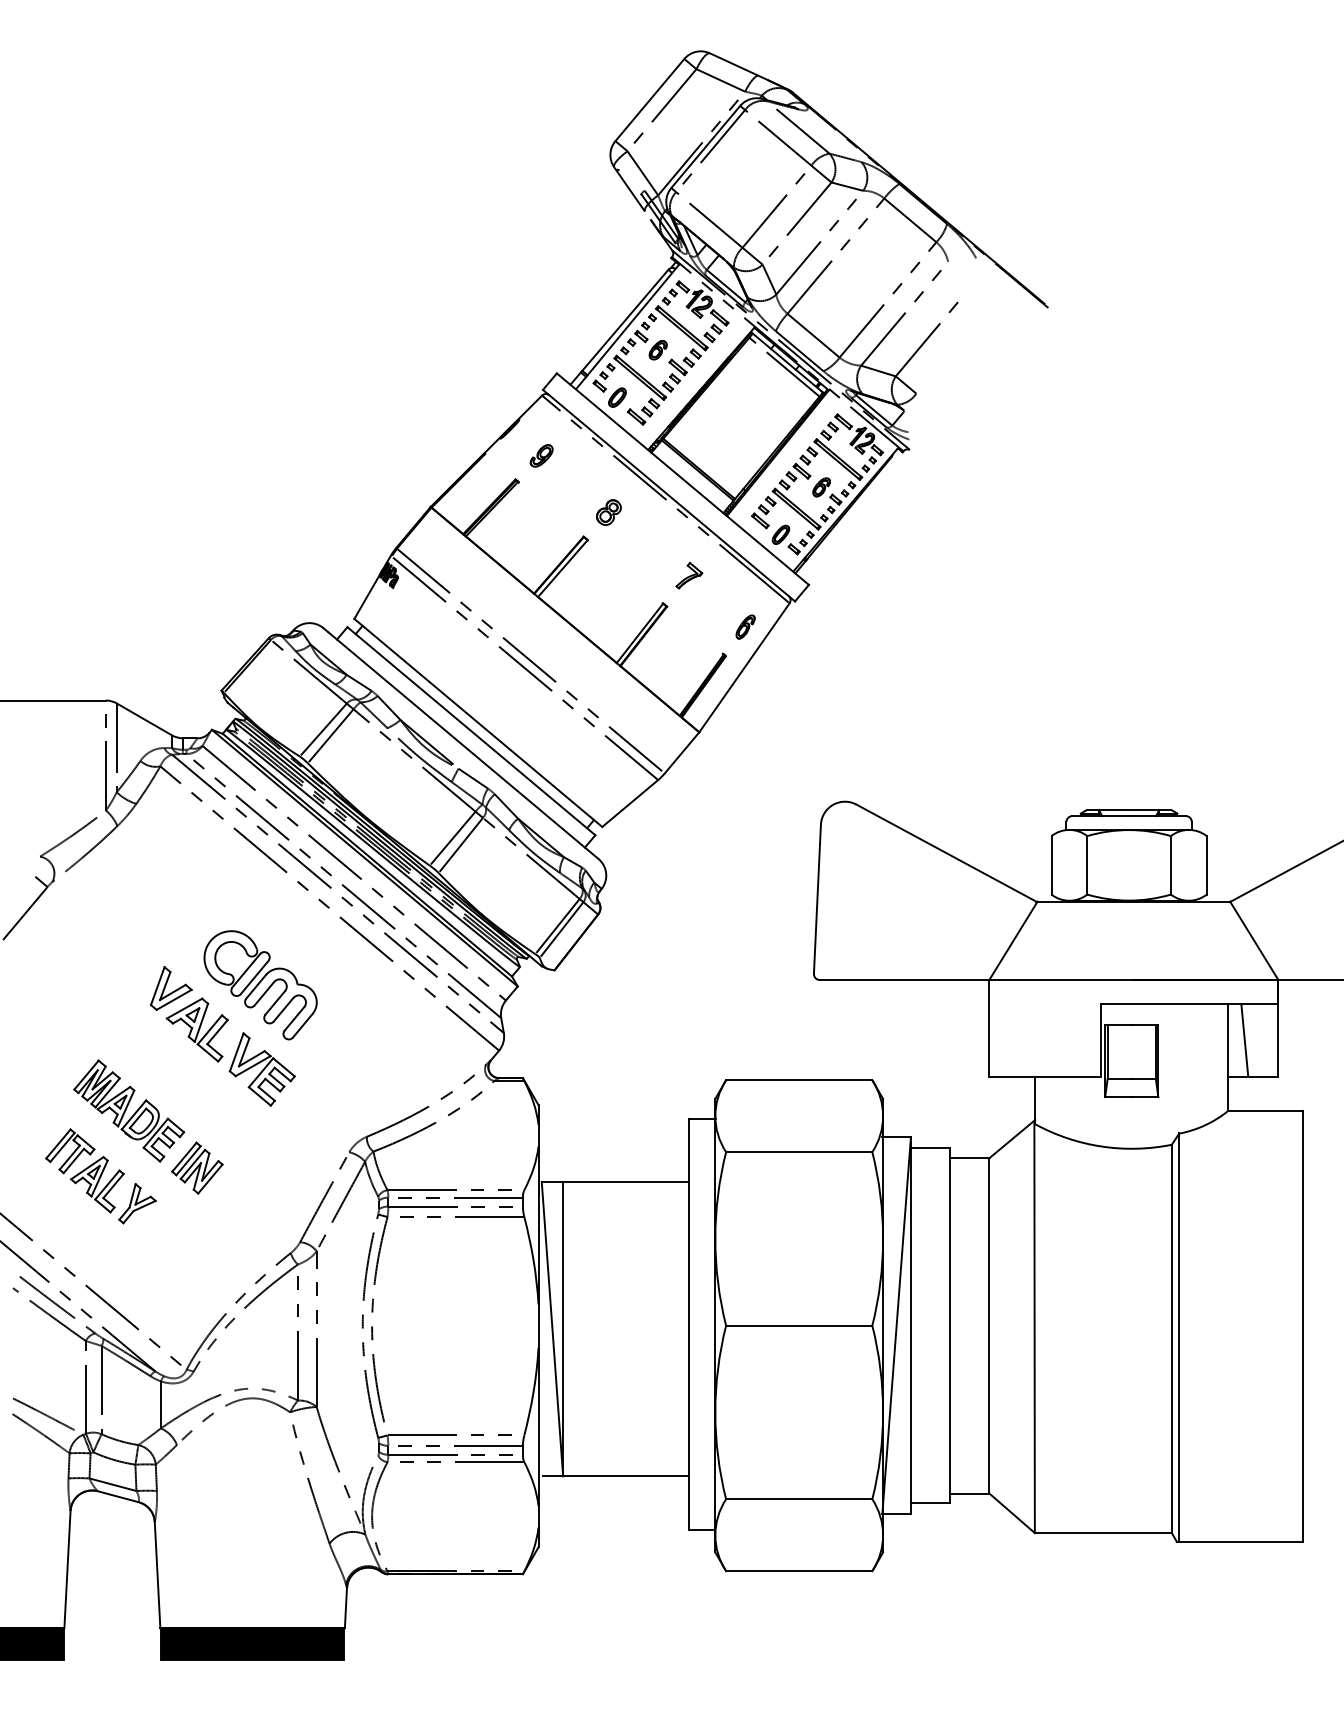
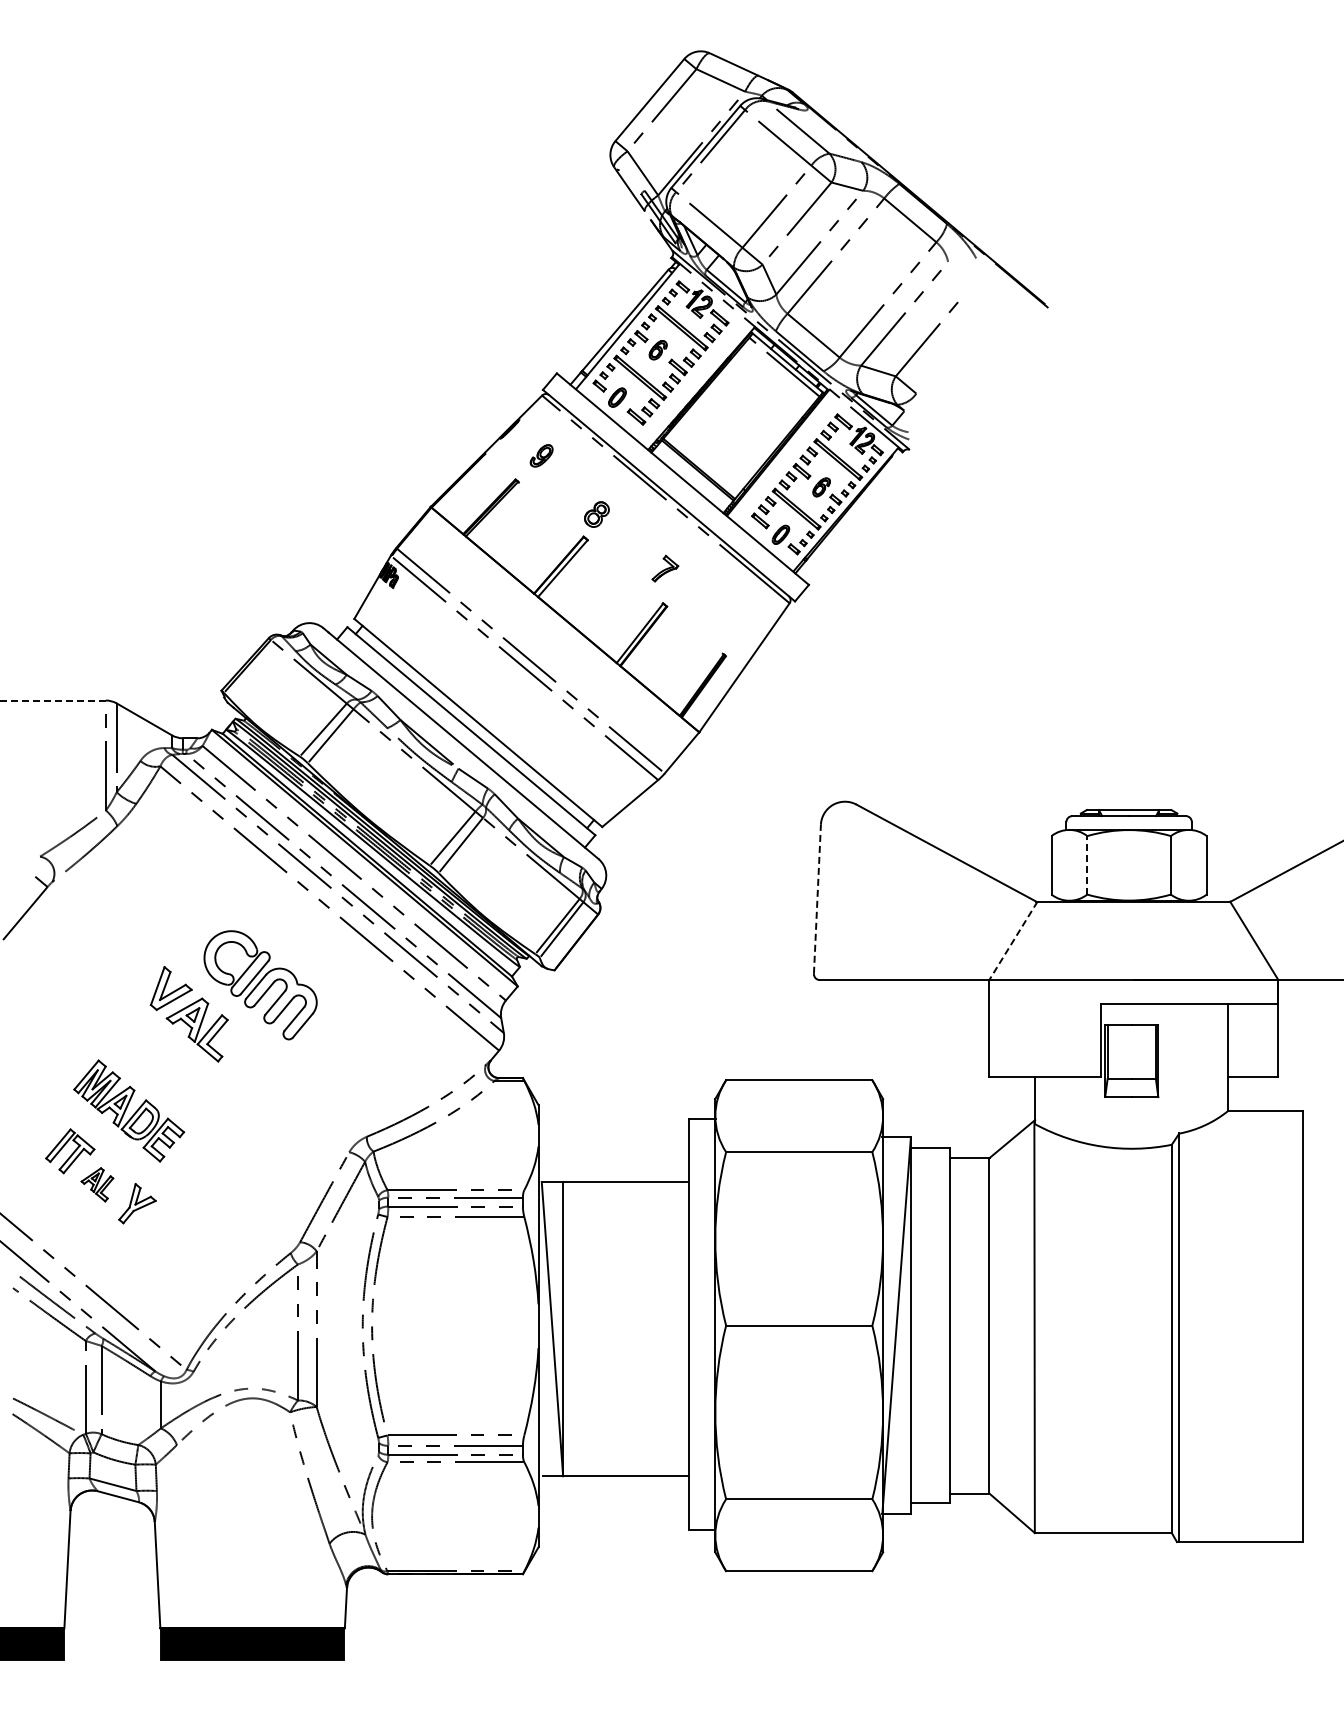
part at (608, 512) position: (608, 512) -> (596, 514)
part at (689, 575) position: (689, 575) -> (665, 568)
part at (745, 626): present -> none
line at (53, 700): solid -> dashed
line at (1087, 864): solid -> dashed
line at (817, 899): solid -> dashed
line at (1013, 941): solid -> dashed
line at (1244, 1040): present -> none
part at (261, 1069): present -> none
part at (197, 1167): present -> none
part at (97, 1184) size: 55x58 px -> 35x36 px
